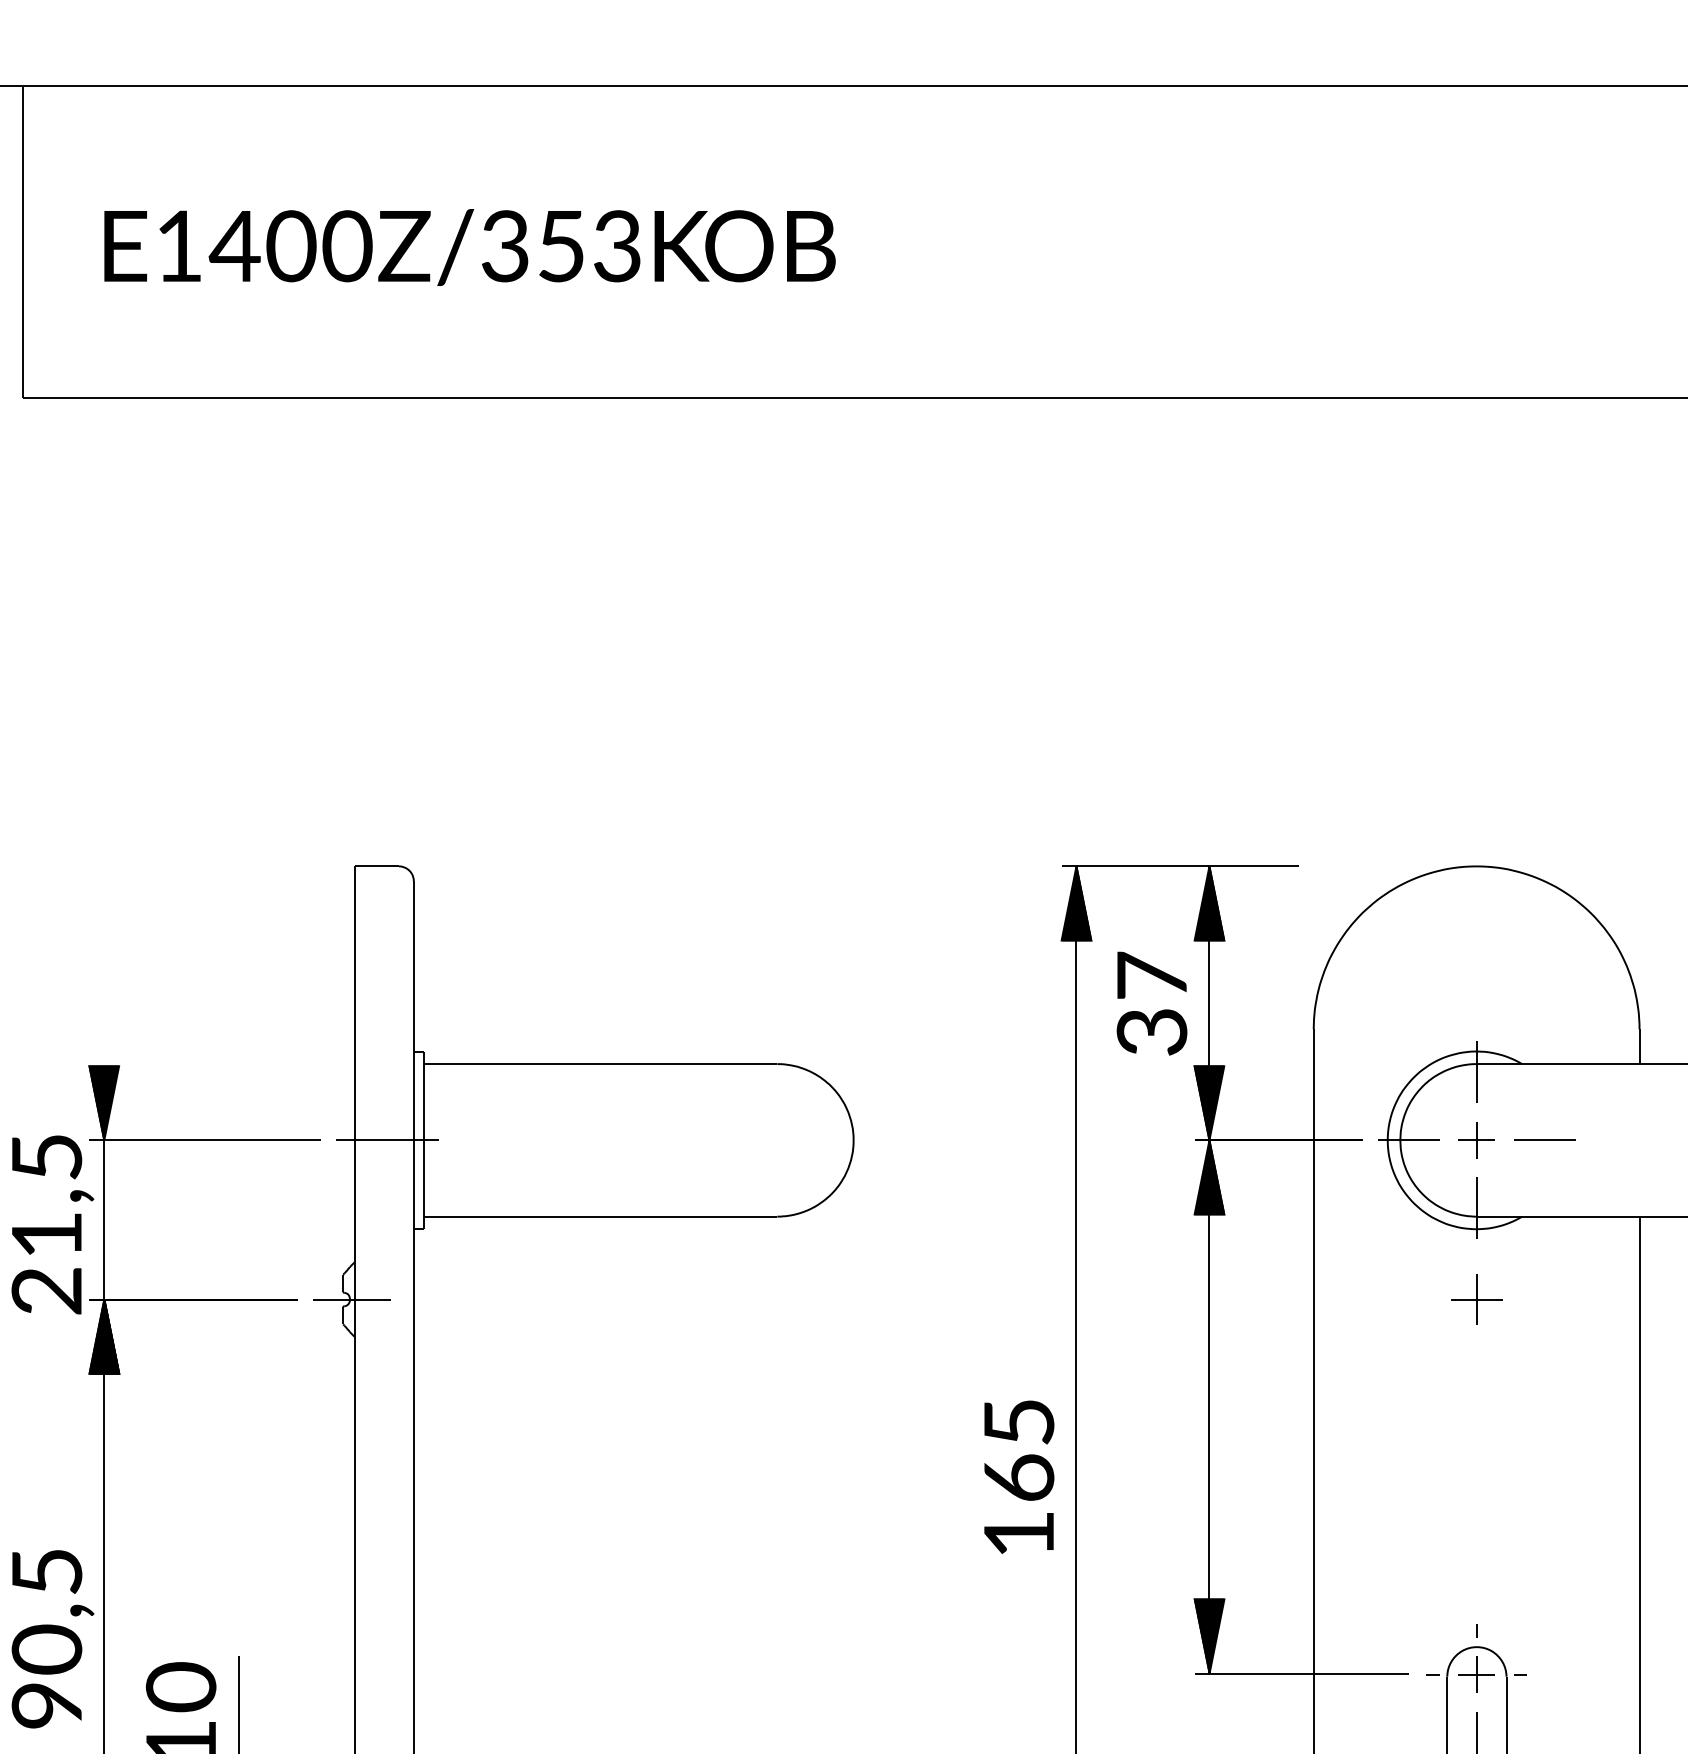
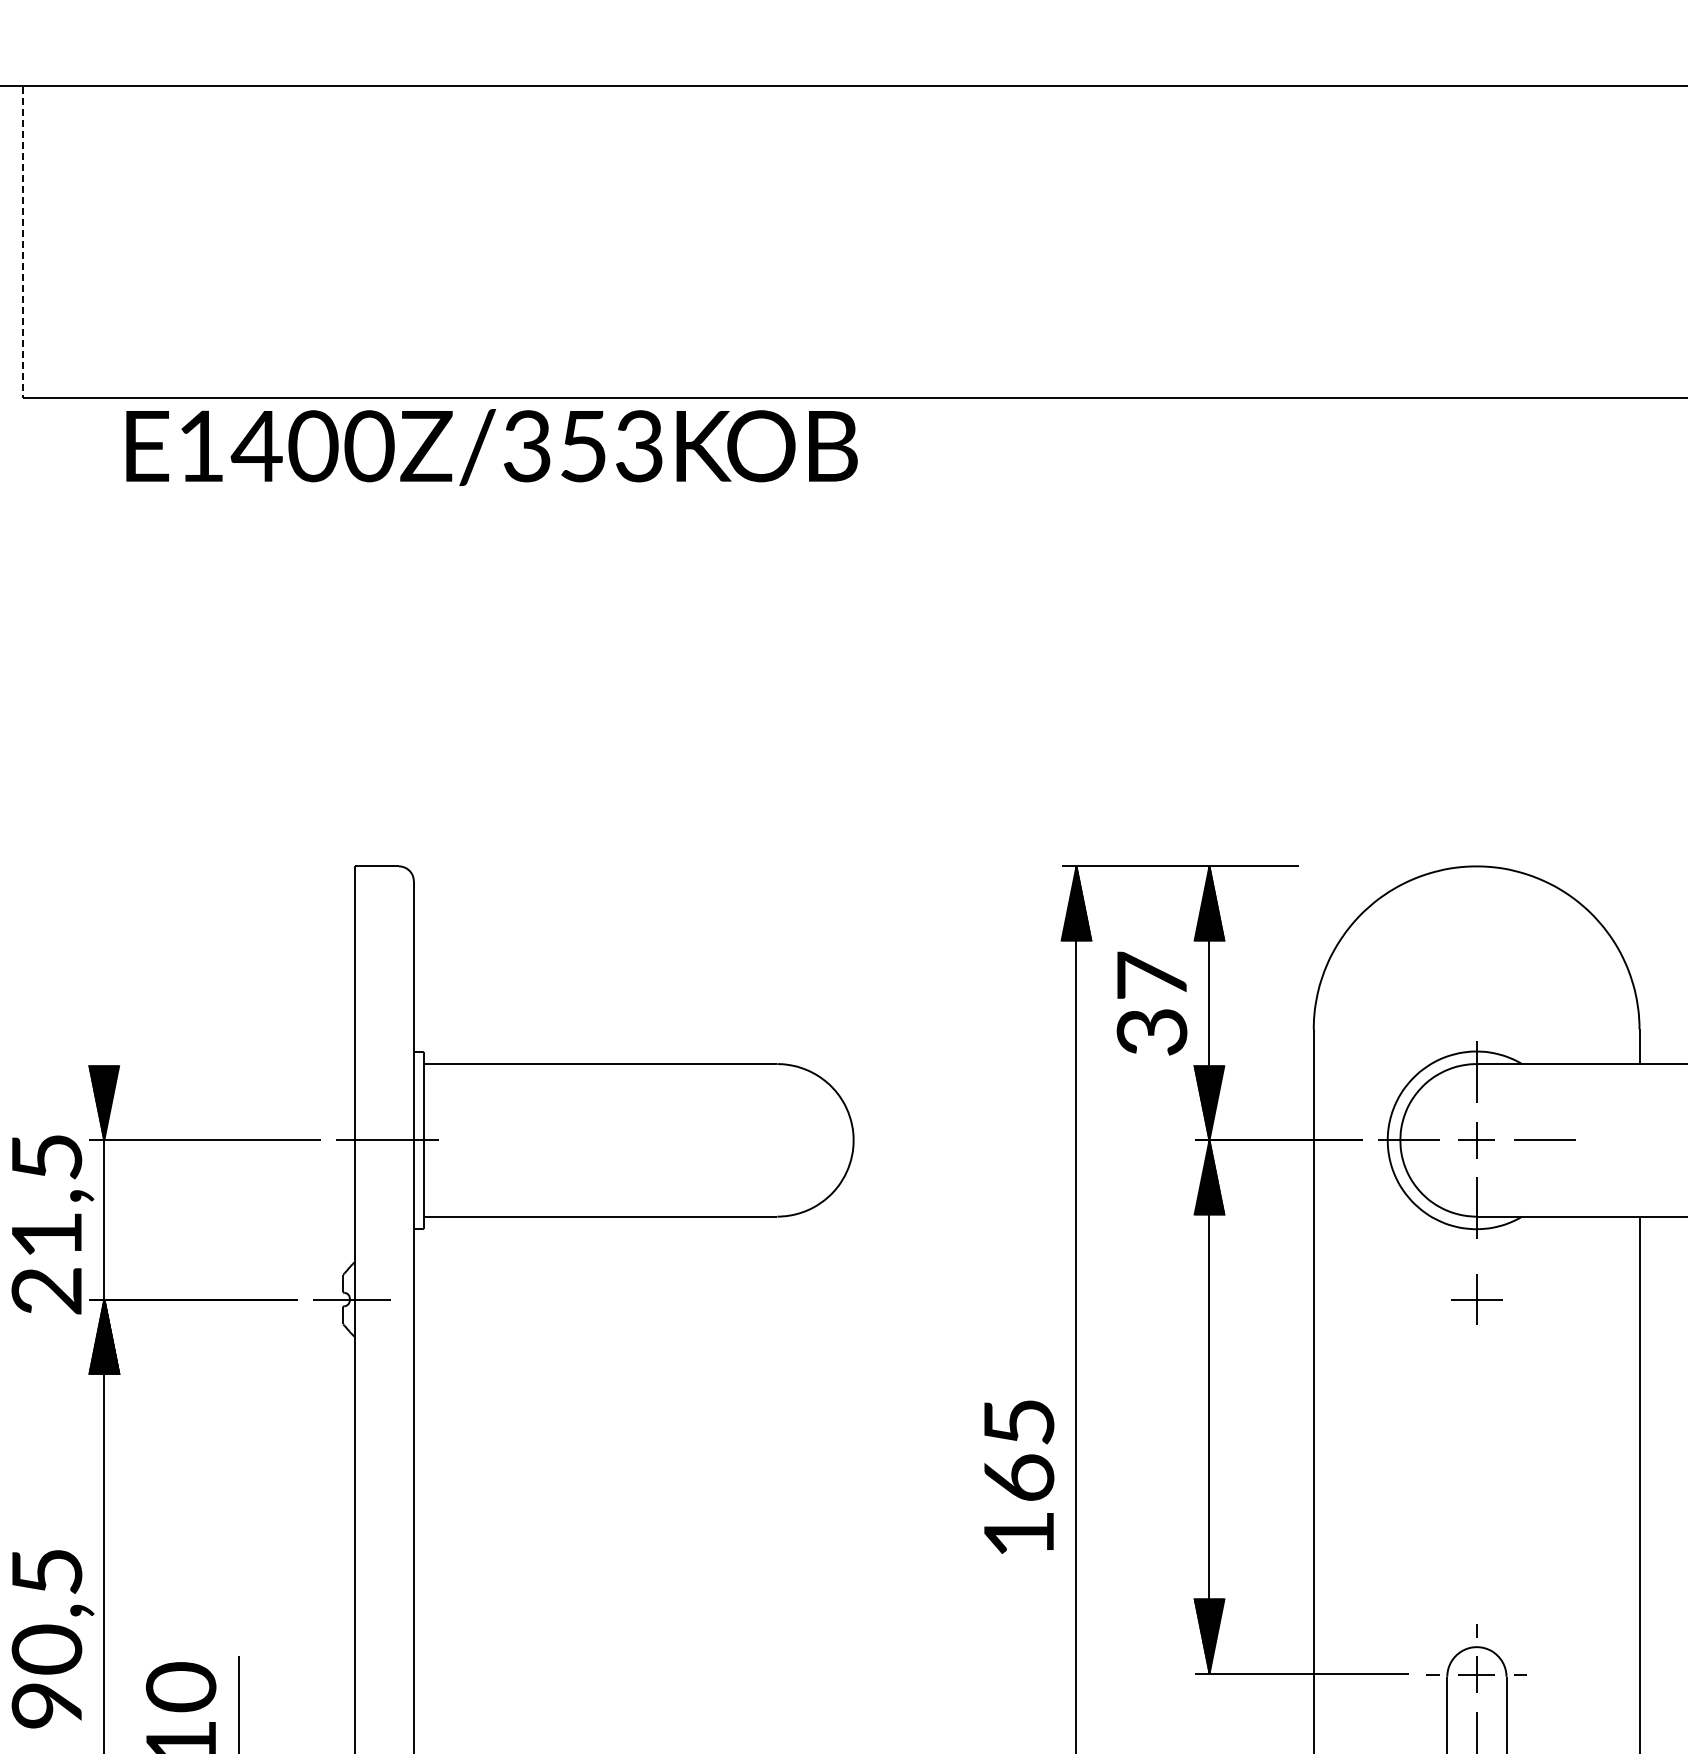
line at (22, 242): solid -> dashed
text at (469, 247) position: (469, 247) -> (491, 447)
